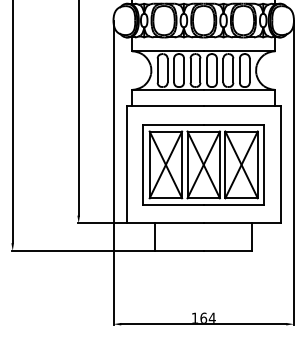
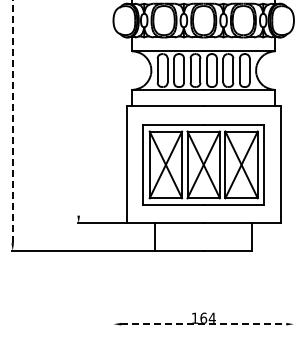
line at (78, 108): present -> none
line at (12, 121): solid -> dashed
line at (113, 172): present -> none
line at (293, 172): present -> none
line at (204, 324): solid -> dashed
